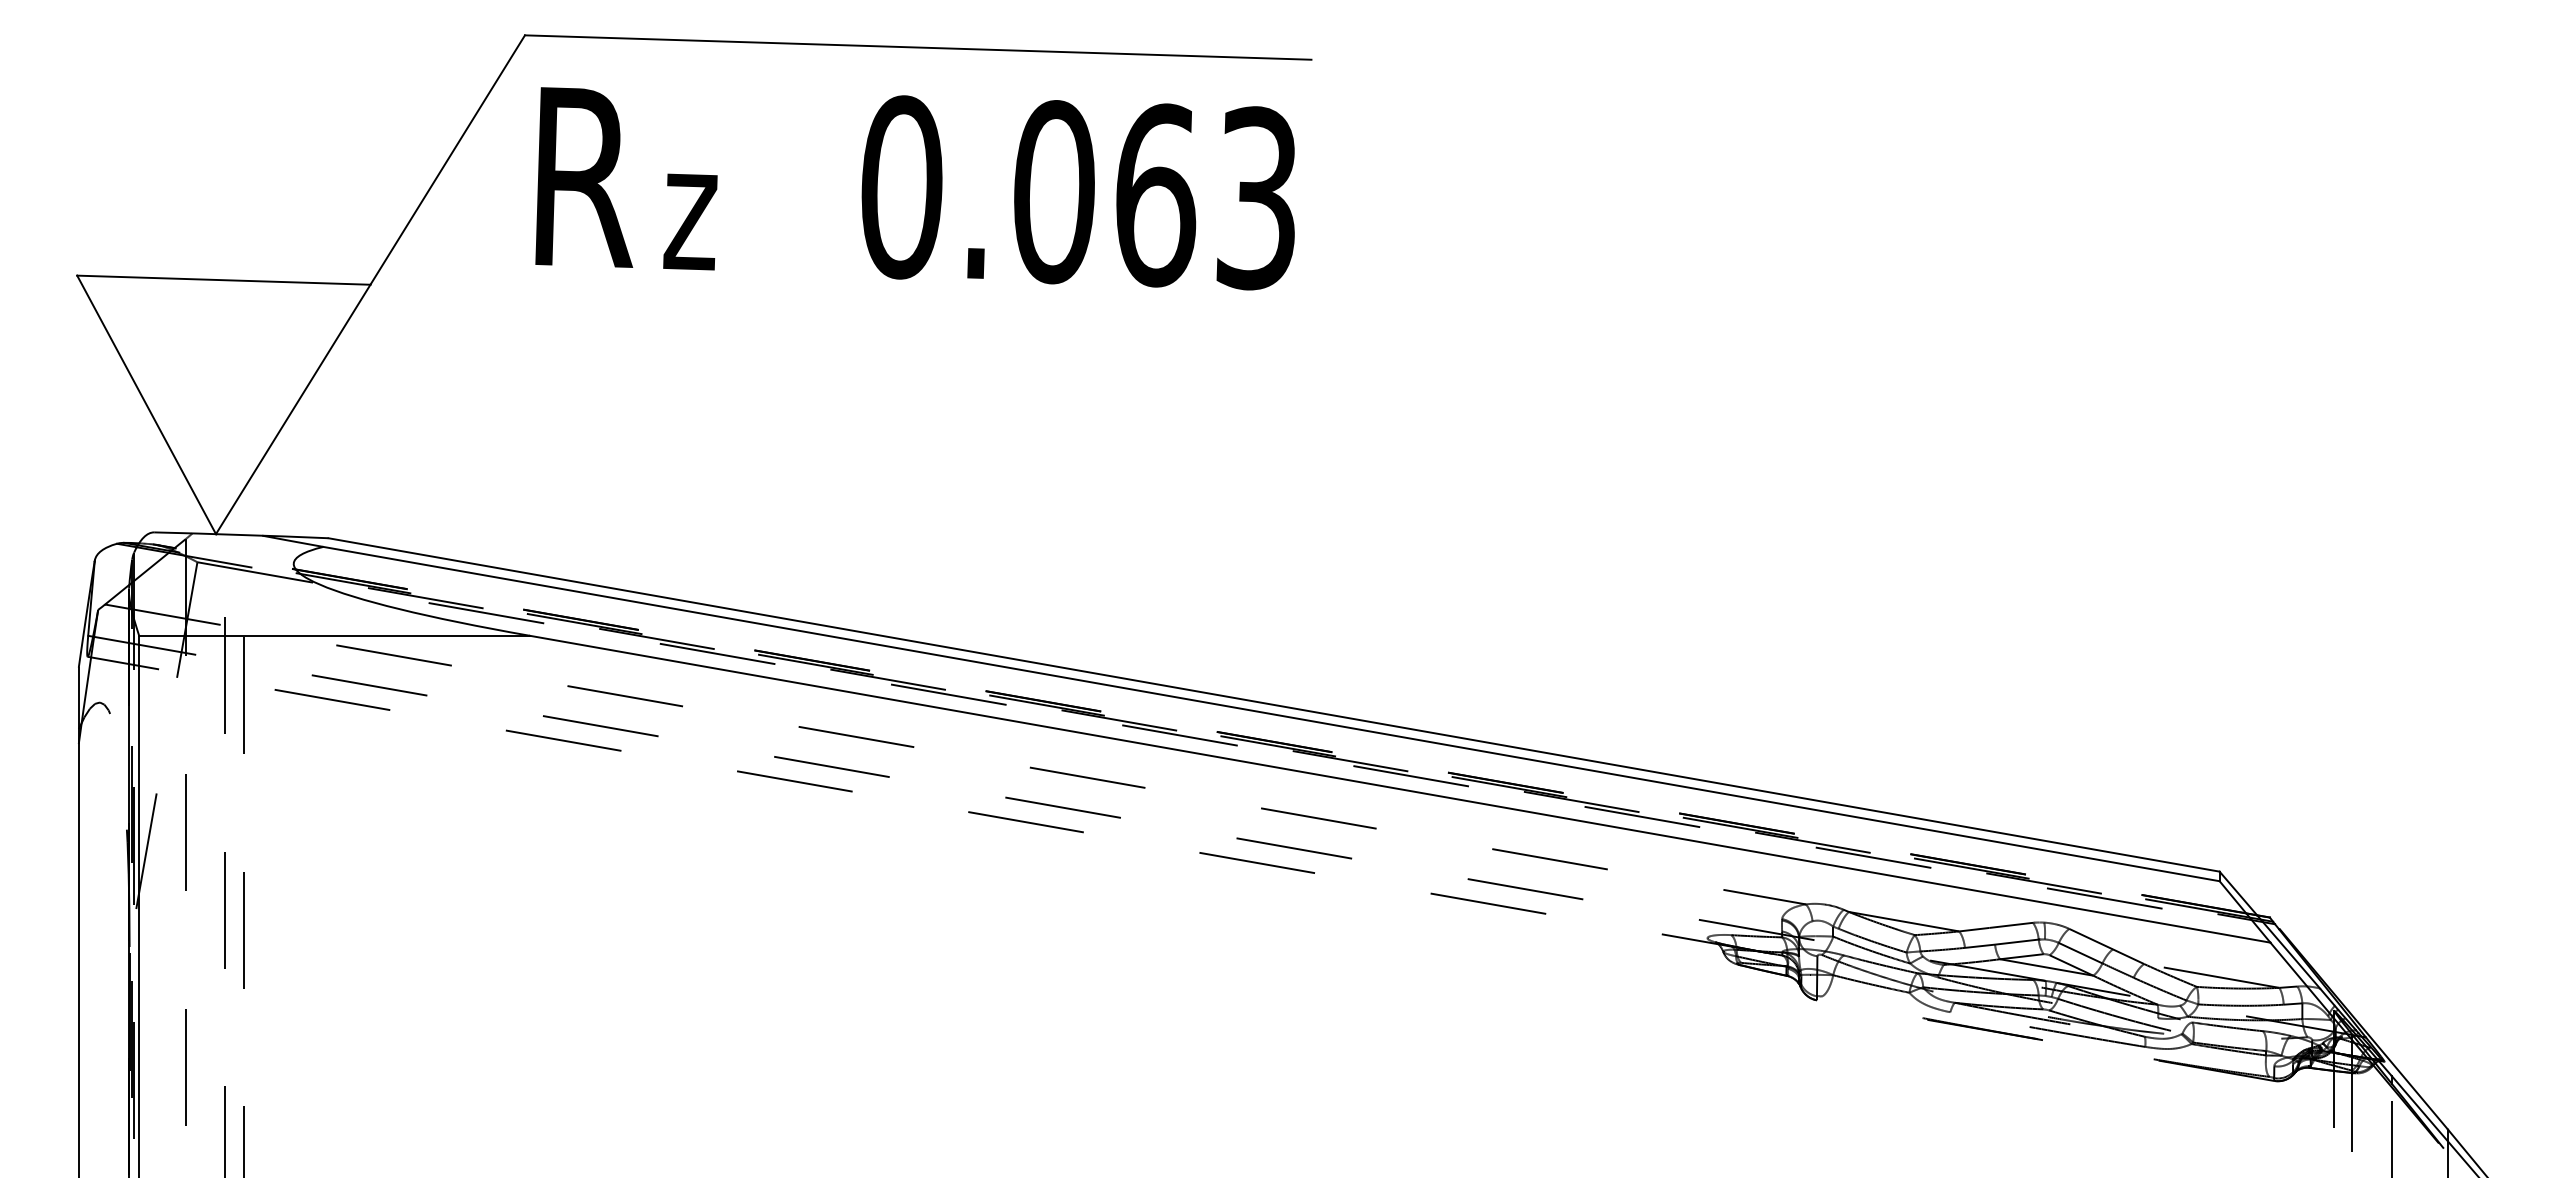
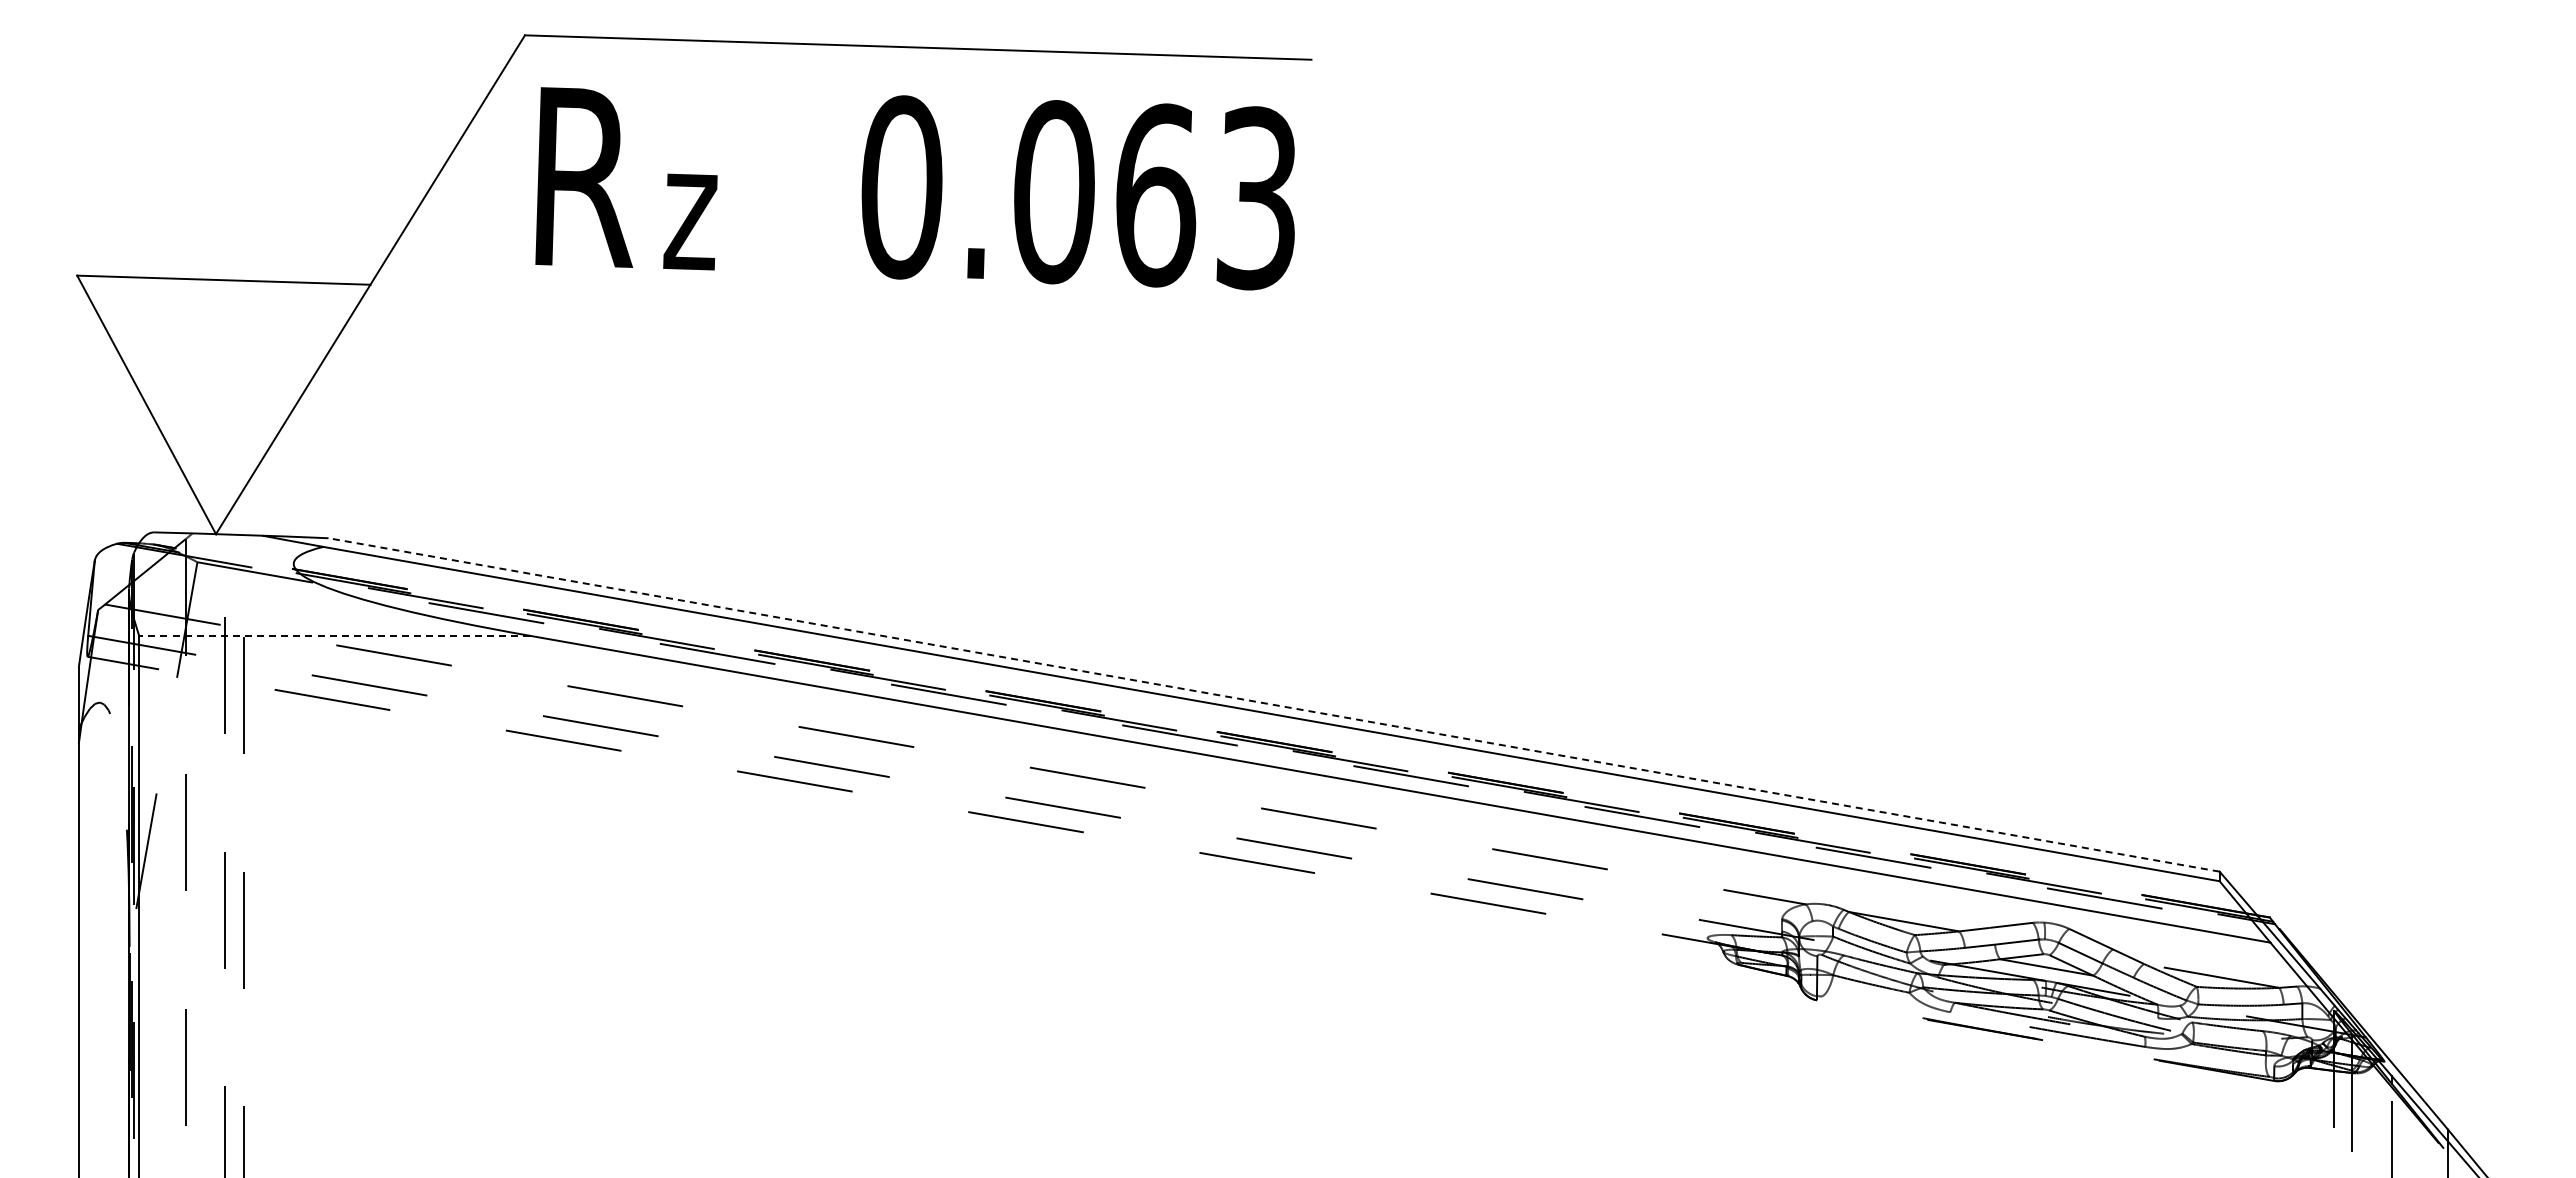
line at (334, 635): solid -> dashed
line at (1273, 704): solid -> dashed
